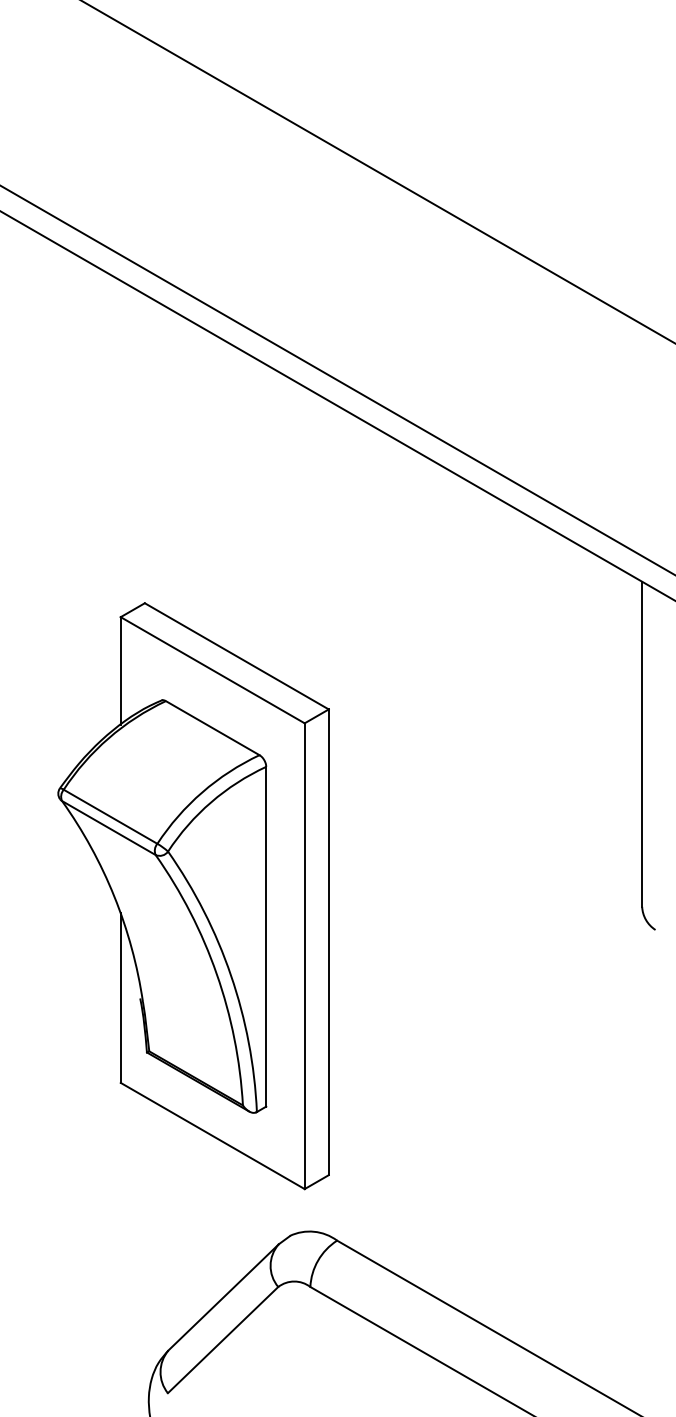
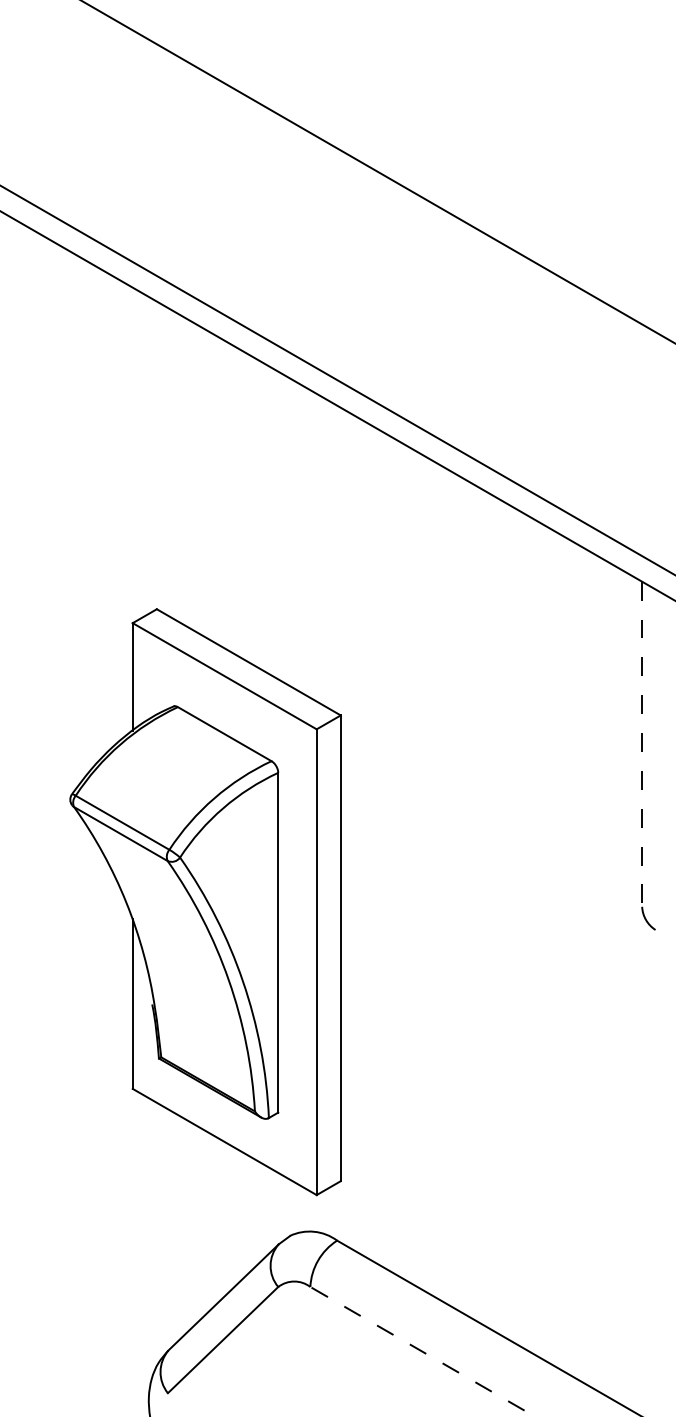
line at (642, 744): solid -> dashed
part at (193, 896) position: (193, 896) -> (205, 902)
line at (422, 1351): solid -> dashed
